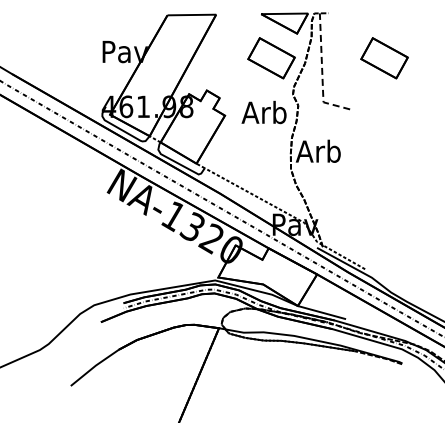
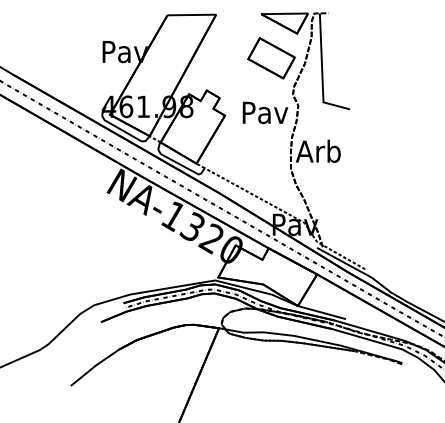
part at (384, 58): present -> none
line at (322, 71): dashed -> solid
text at (264, 112): Arb -> Pav
